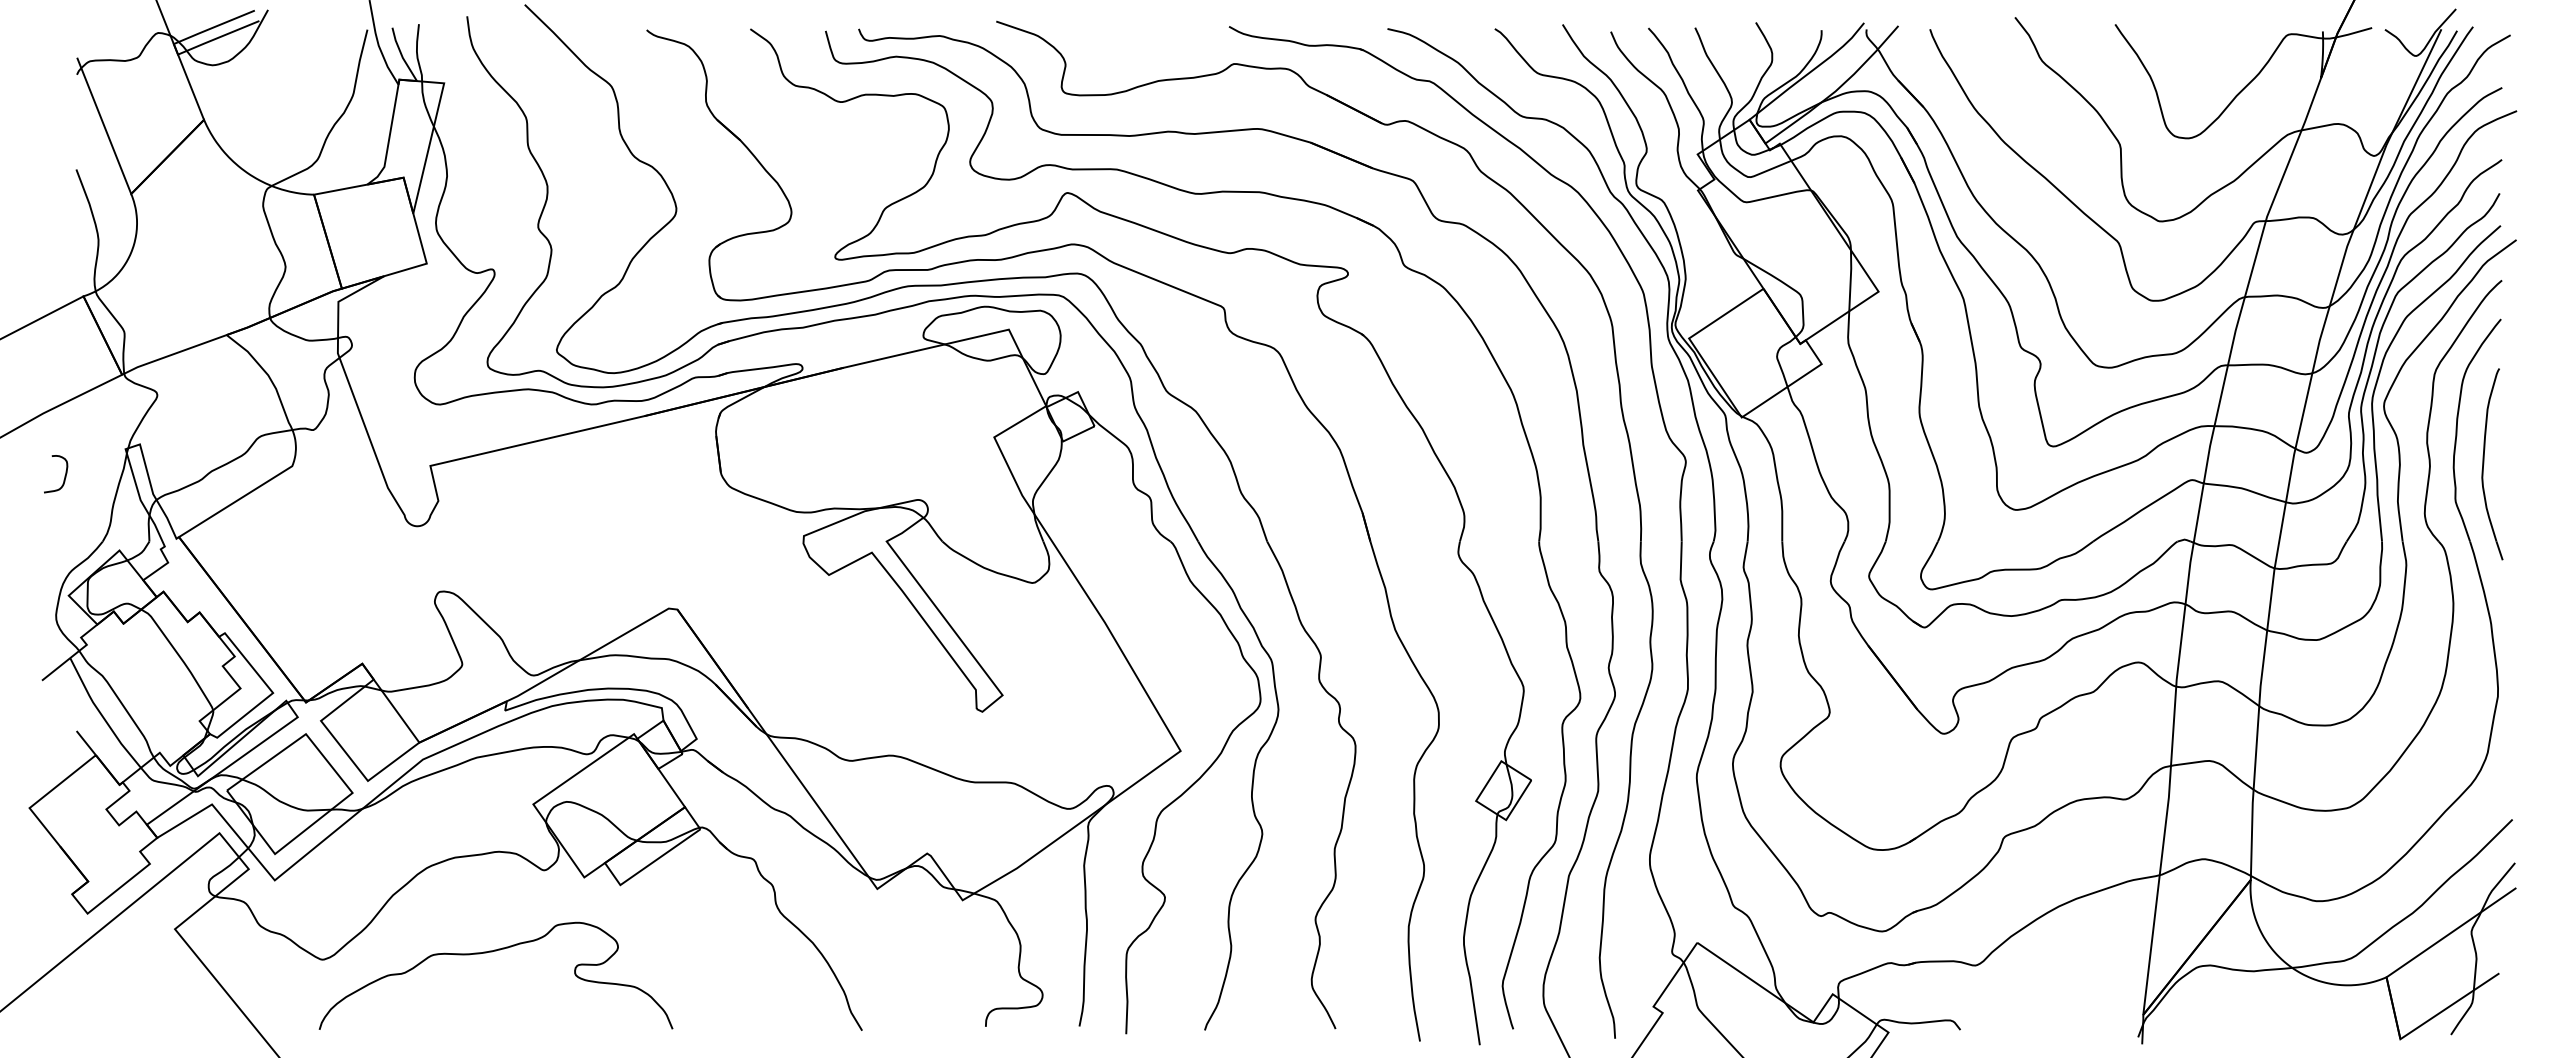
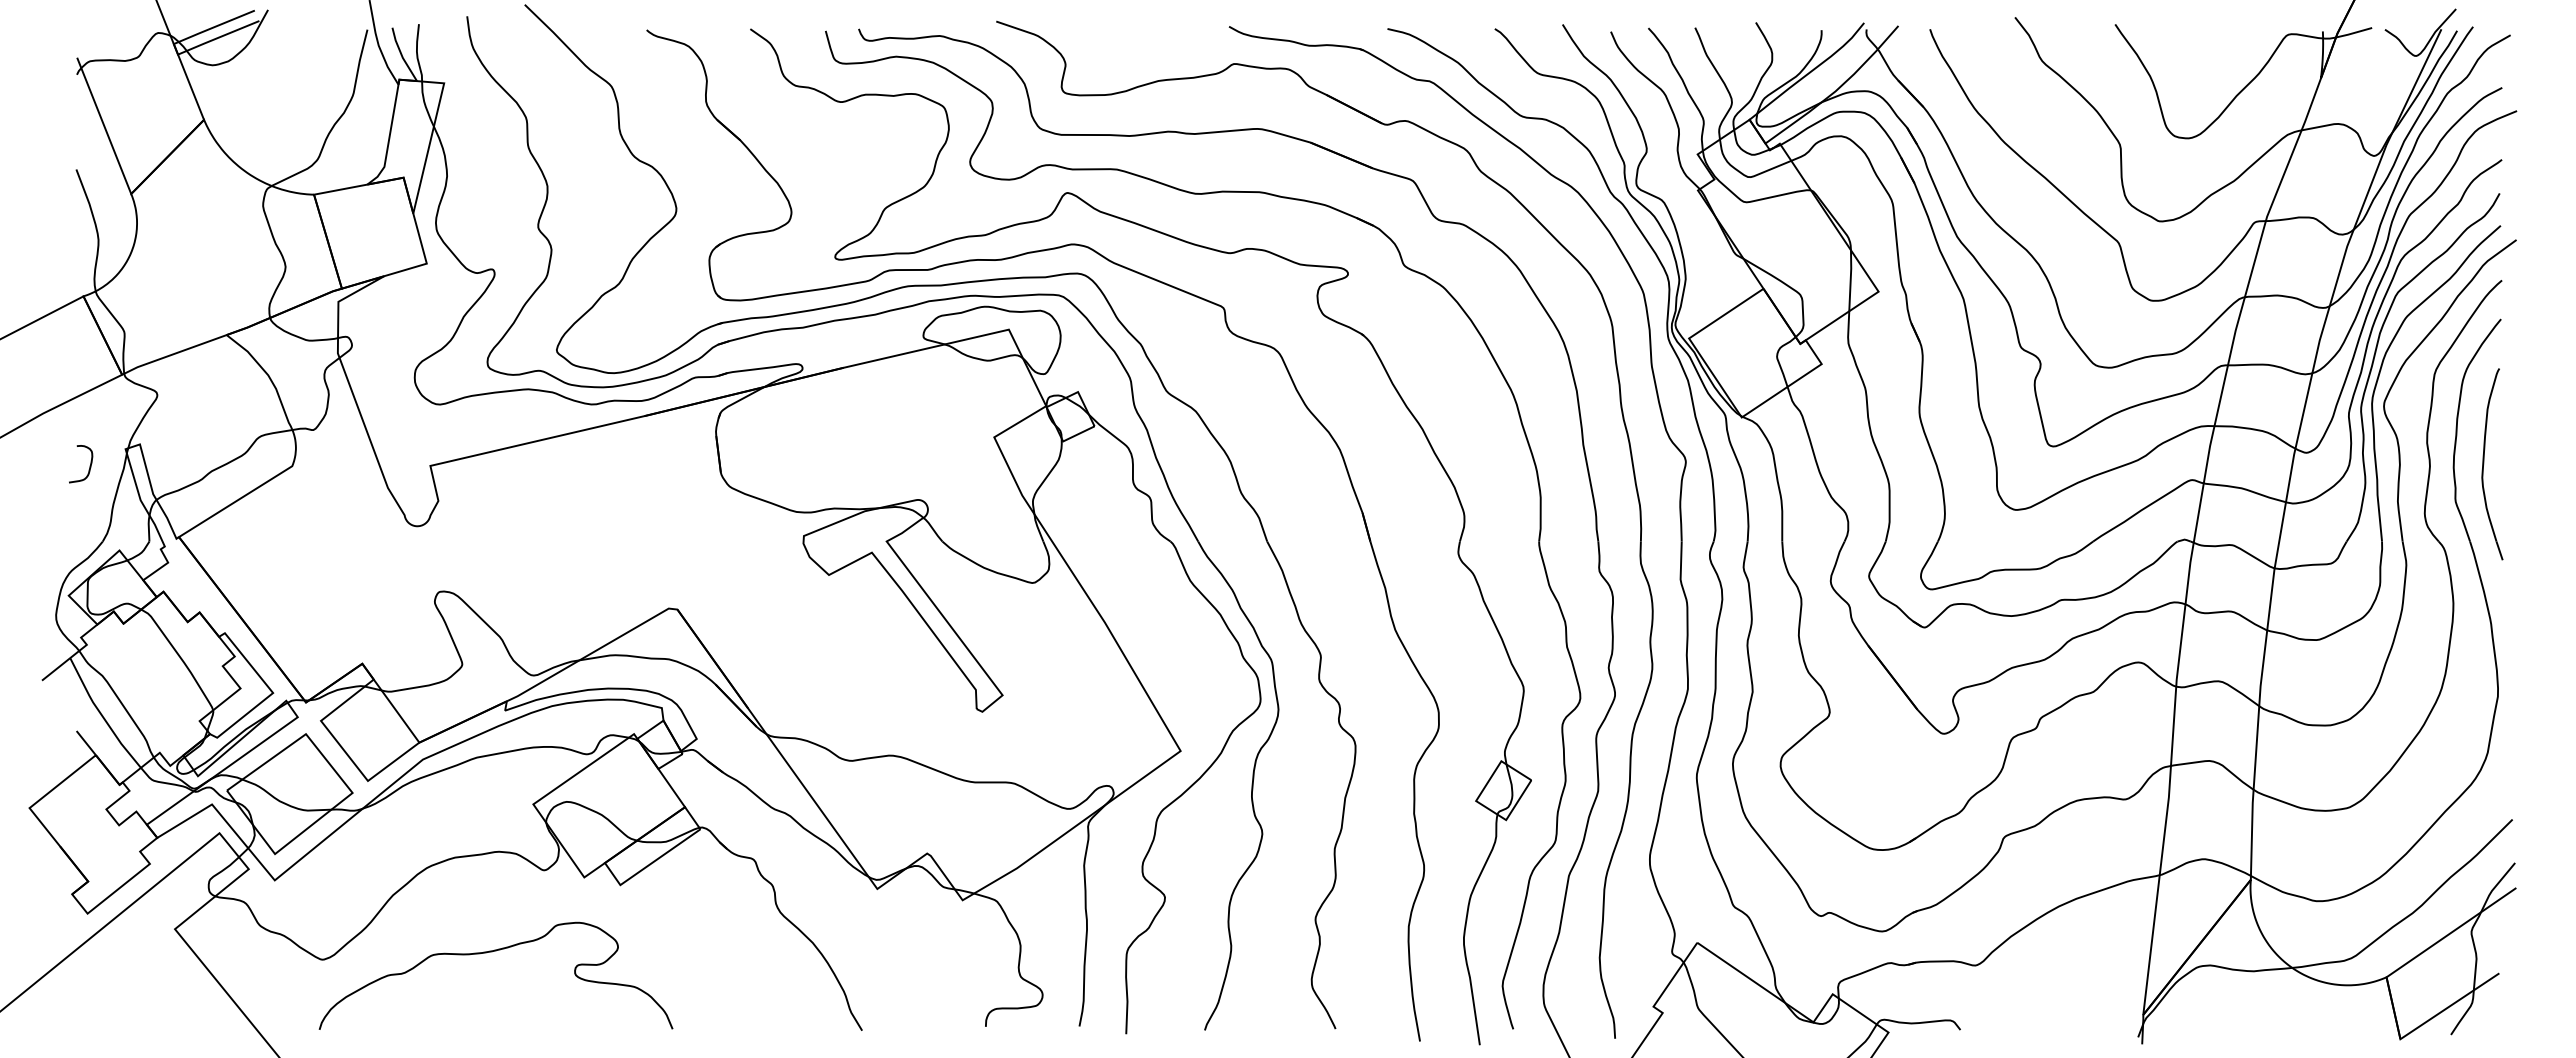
curve at (64, 475) position: (64, 475) -> (89, 465)
